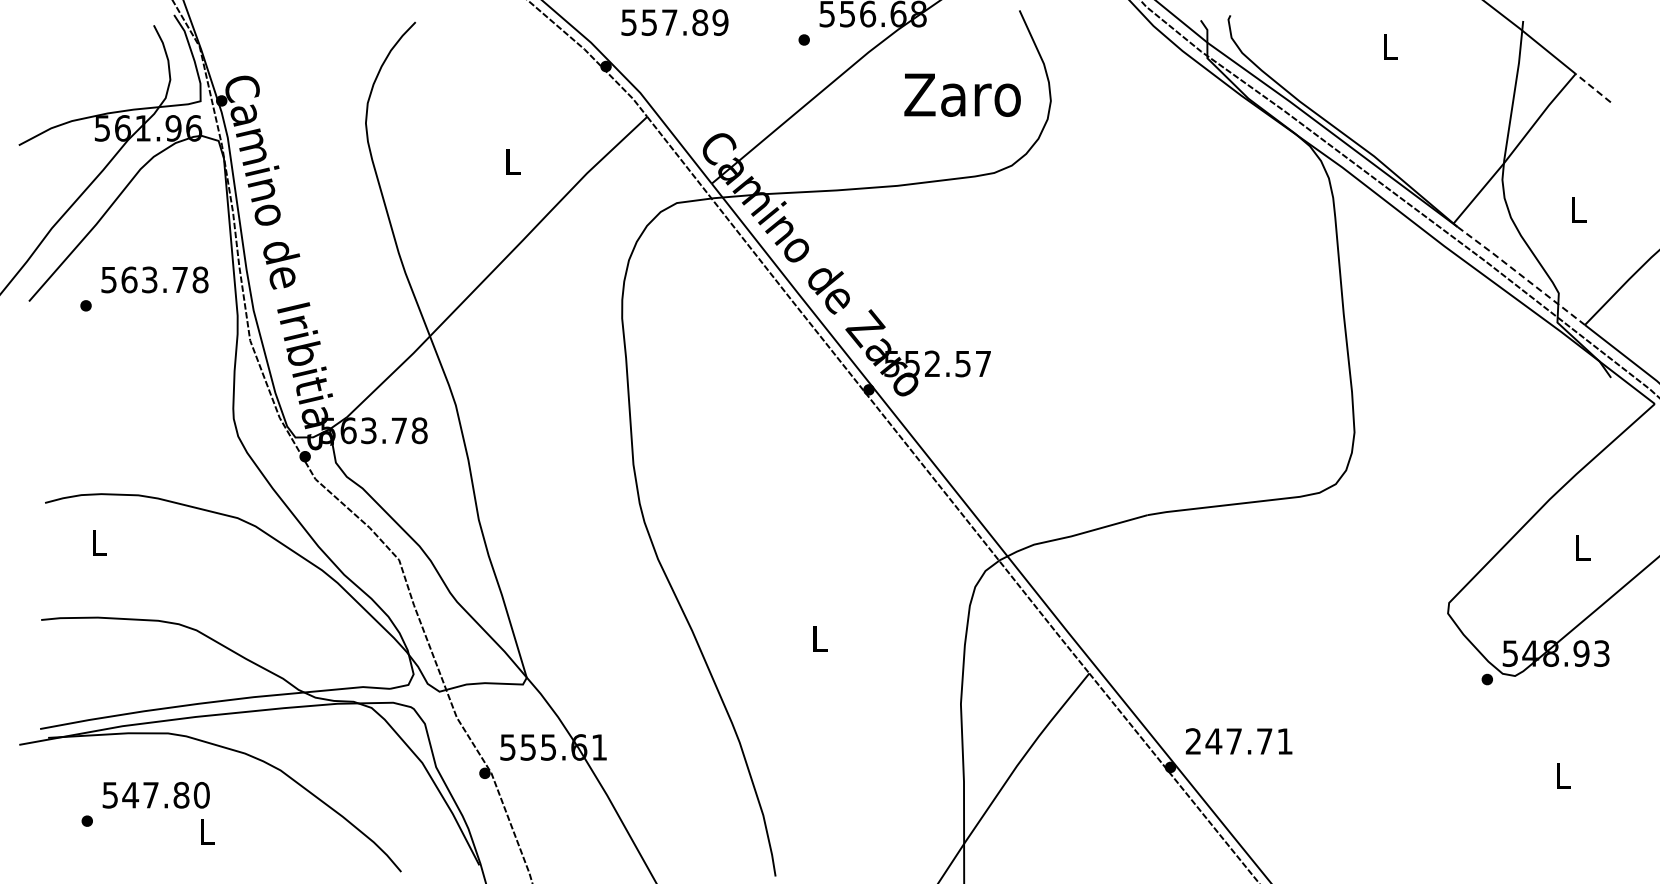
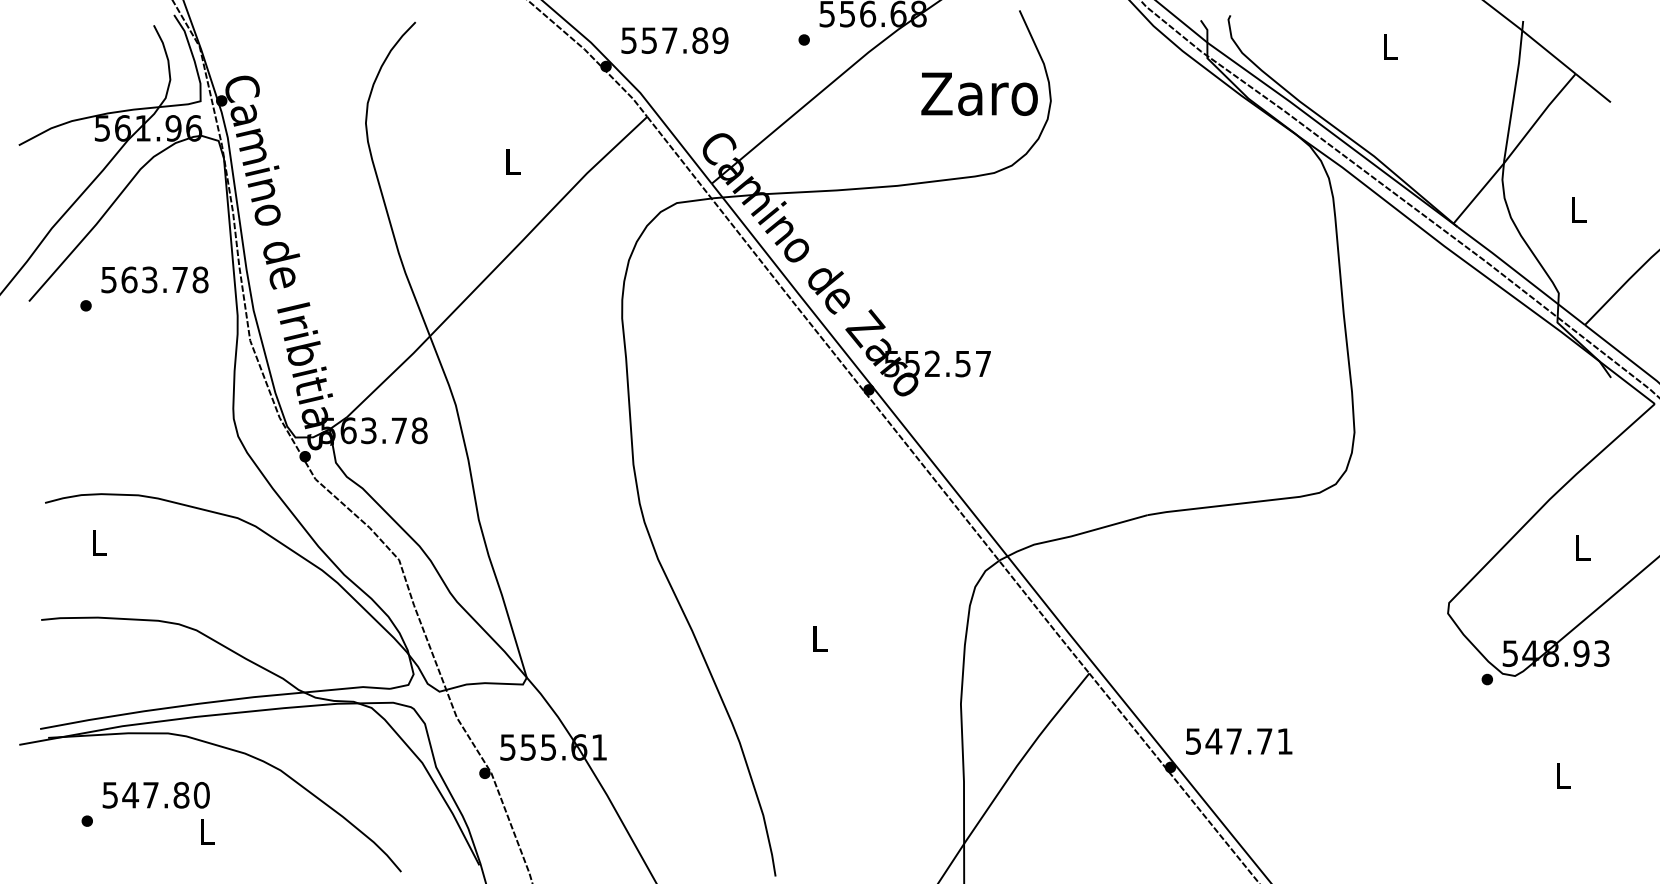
text at (674, 22) position: (674, 22) -> (674, 40)
line at (1593, 88): dashed -> solid
text at (962, 94) position: (962, 94) -> (979, 93)
line at (1521, 275): dashed -> solid
text at (1192, 741): 247.71 -> 547.71
